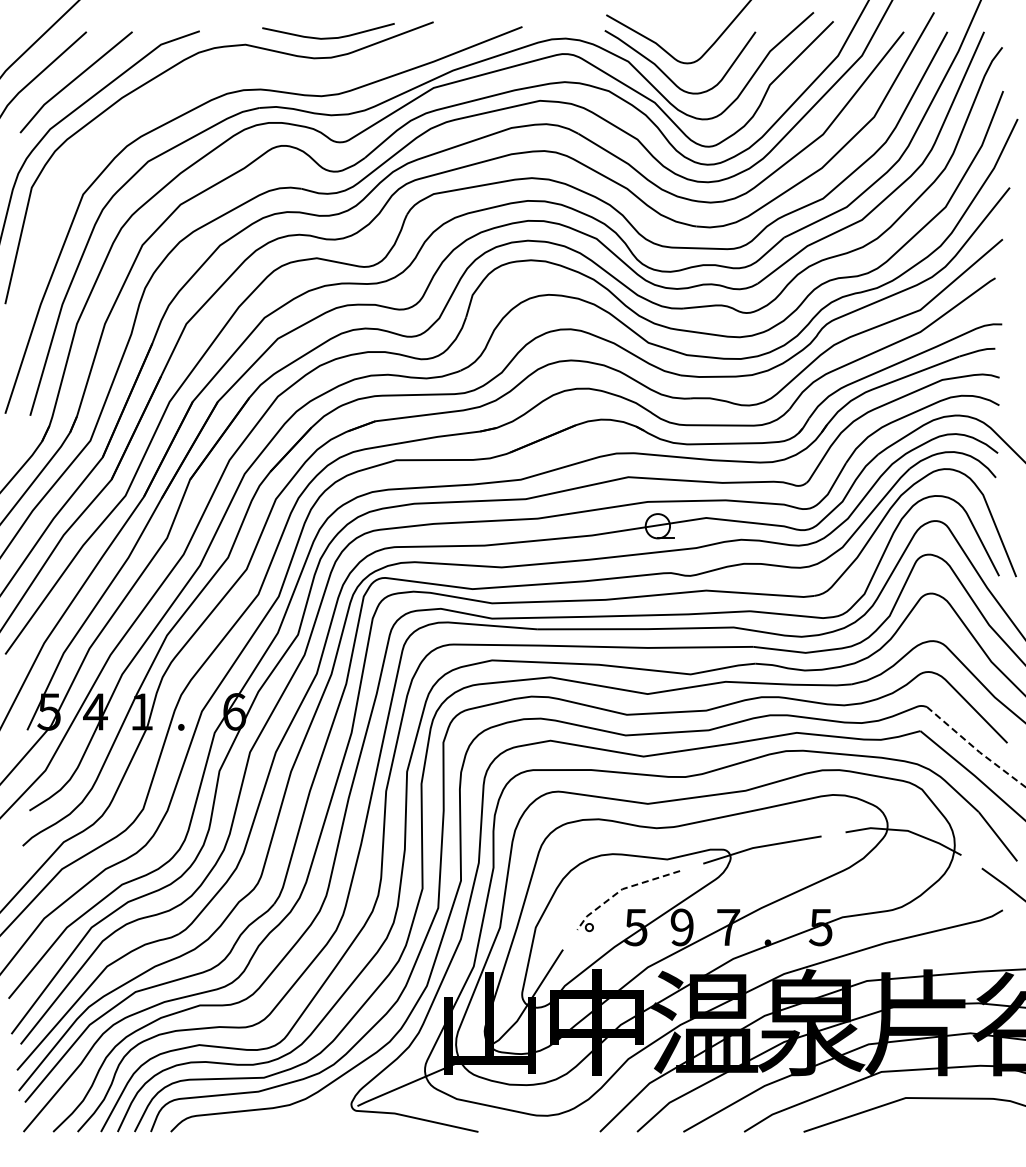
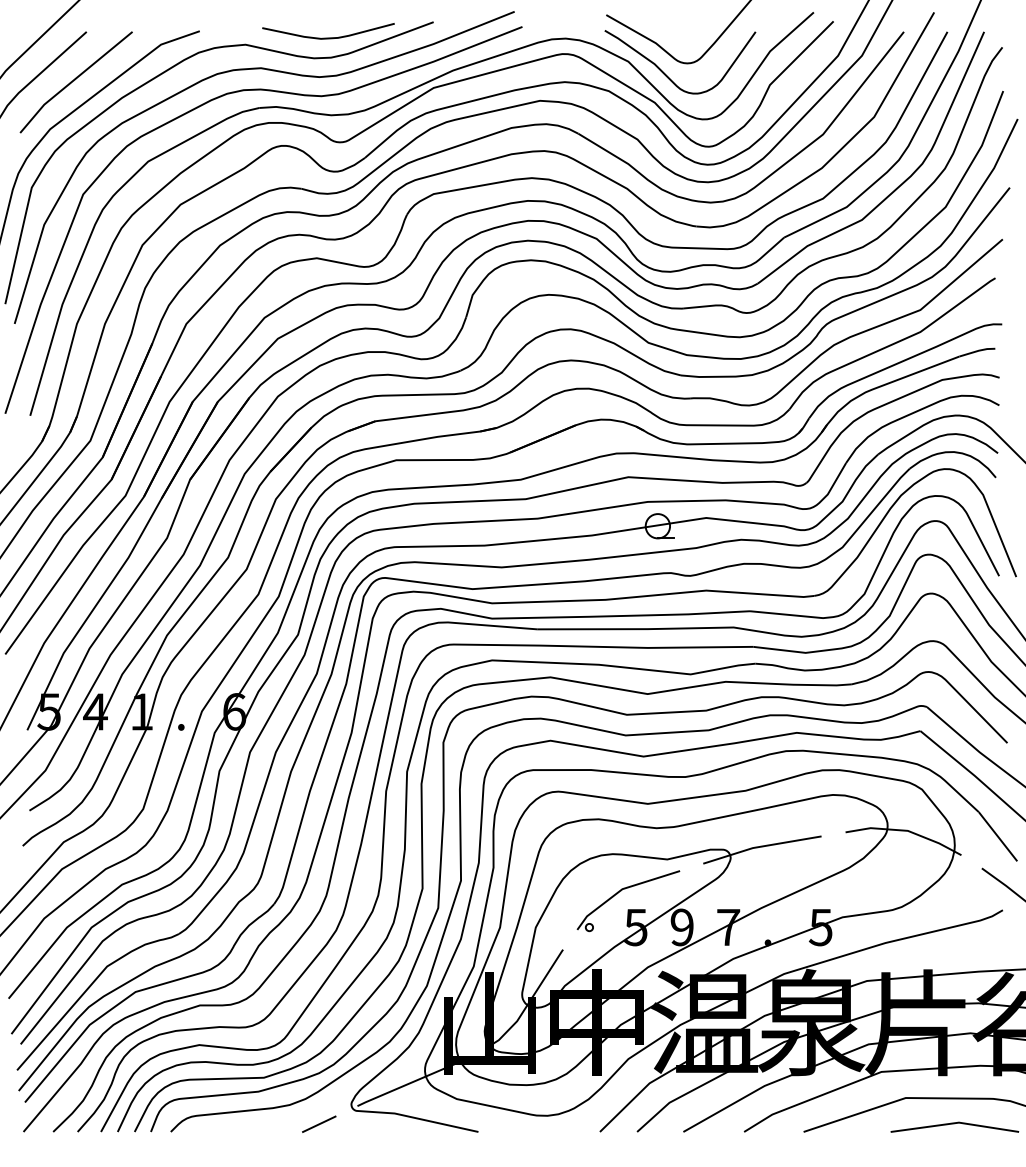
curve at (283, 73): none -> present
line at (975, 749): dashed -> solid
line at (621, 889): dashed -> solid
line at (319, 1123): none -> present
line at (954, 1124): none -> present
